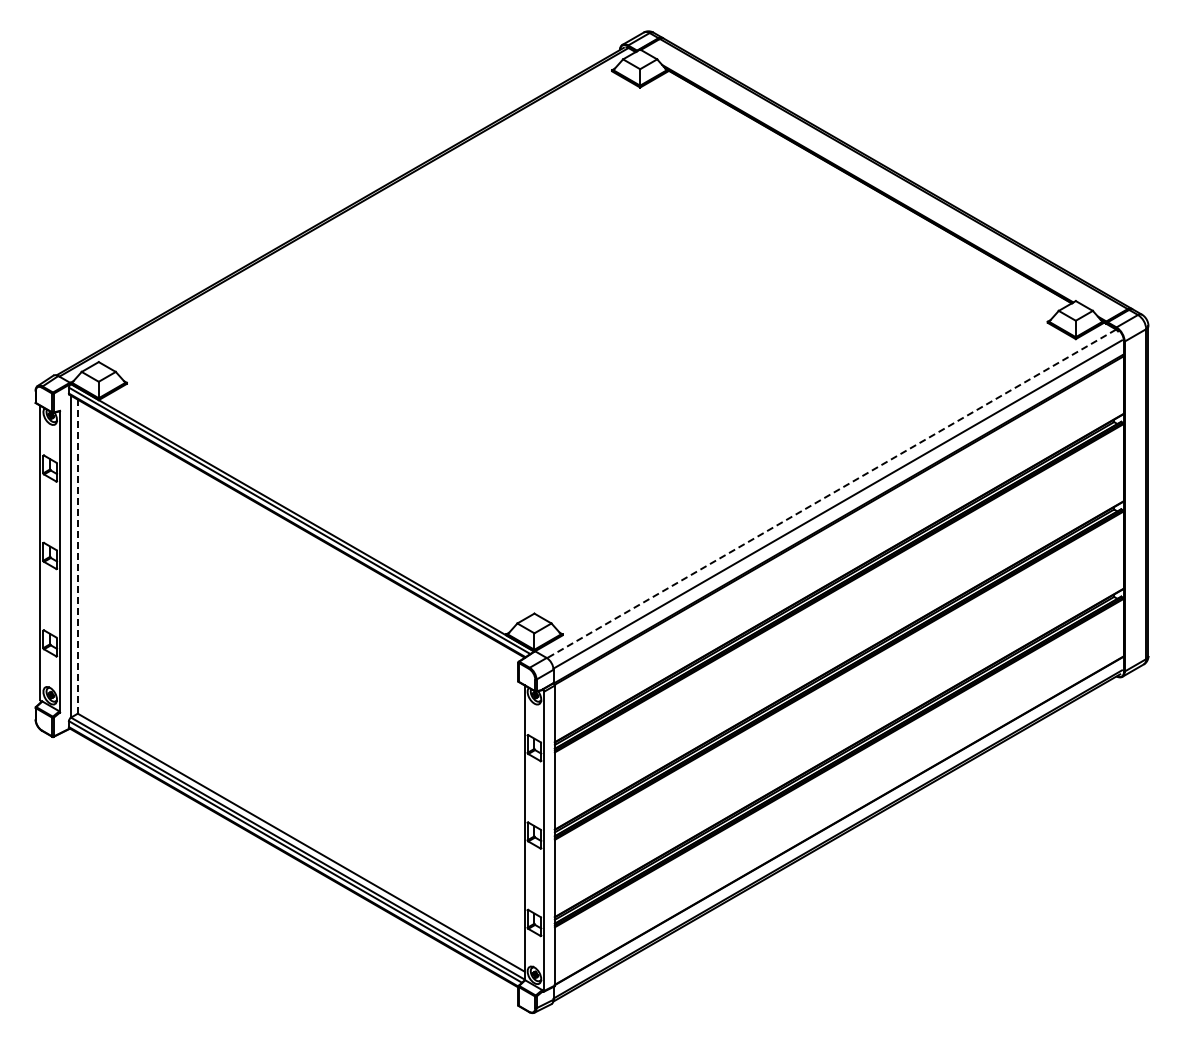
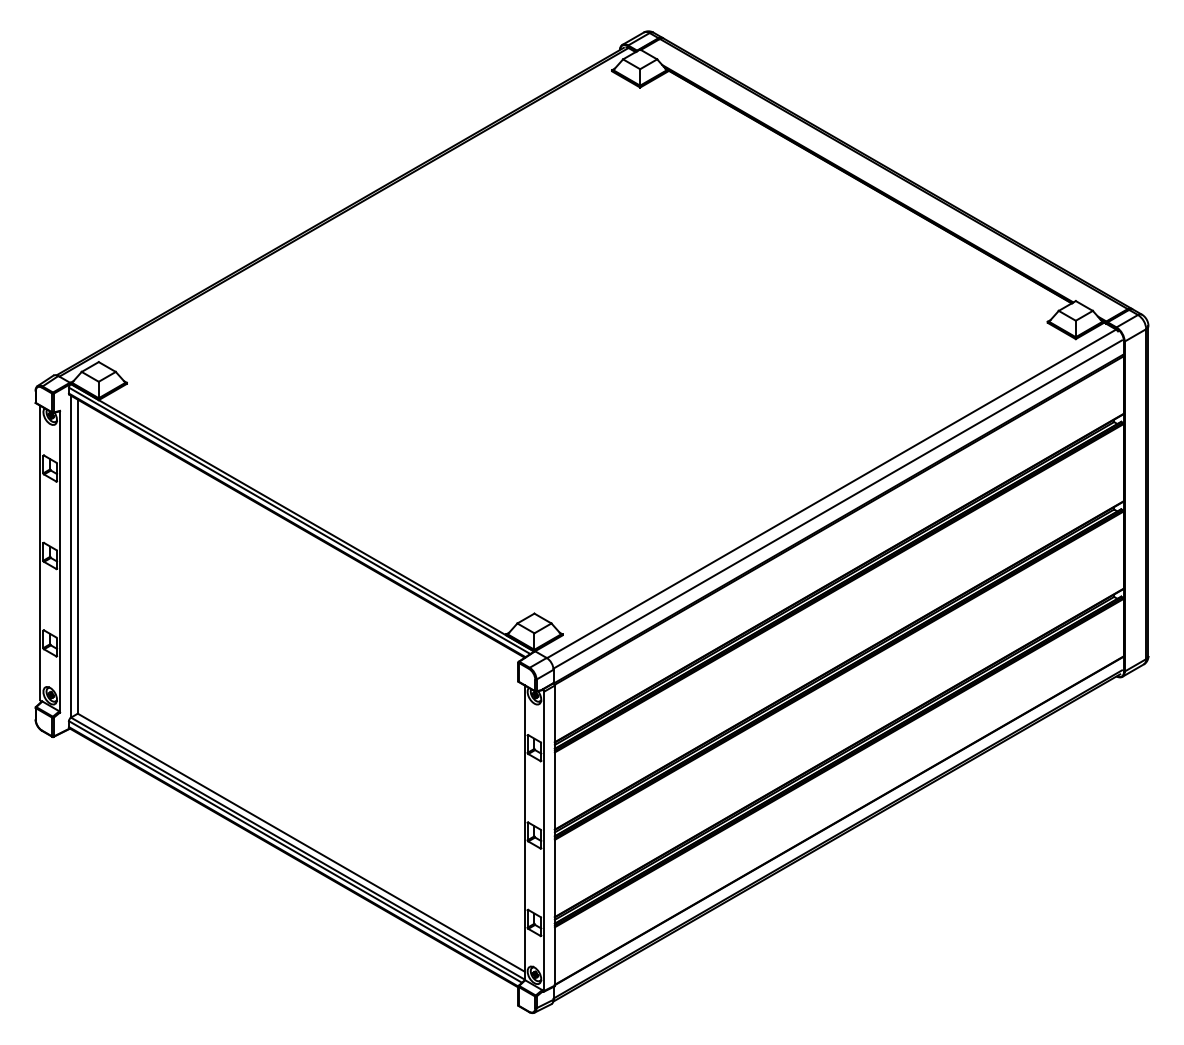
line at (831, 493): dashed -> solid
line at (77, 556): dashed -> solid
